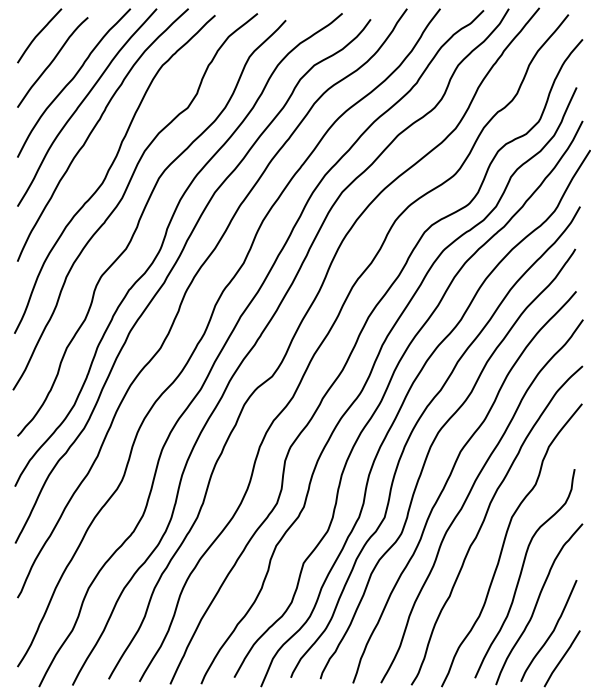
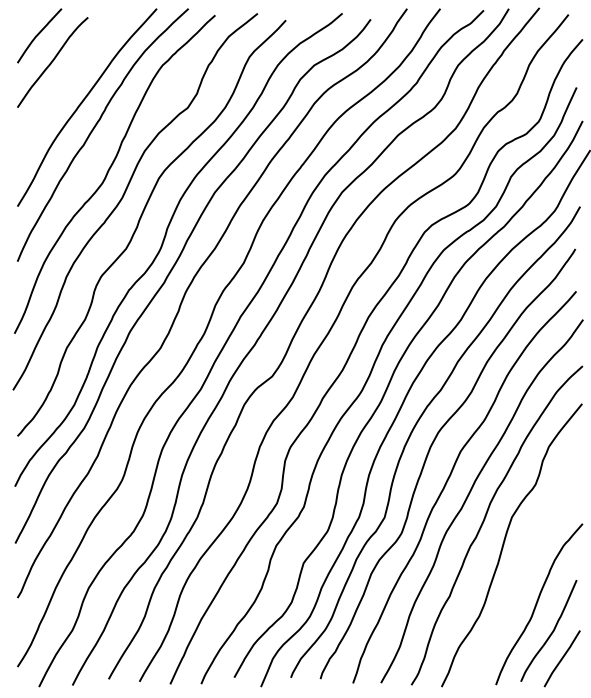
curve at (72, 80): present -> none
curve at (522, 571): present -> none
